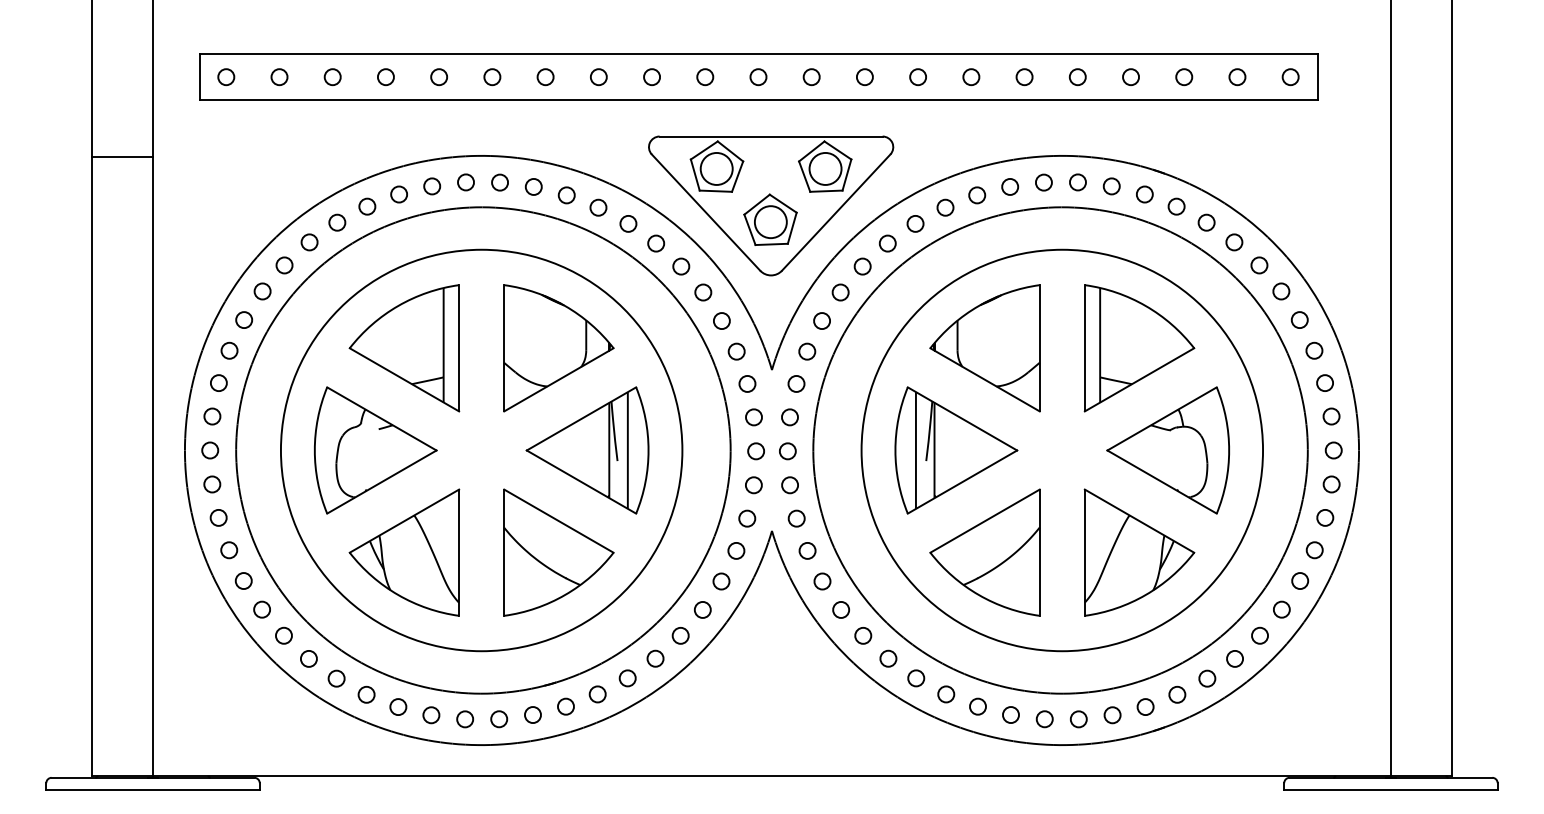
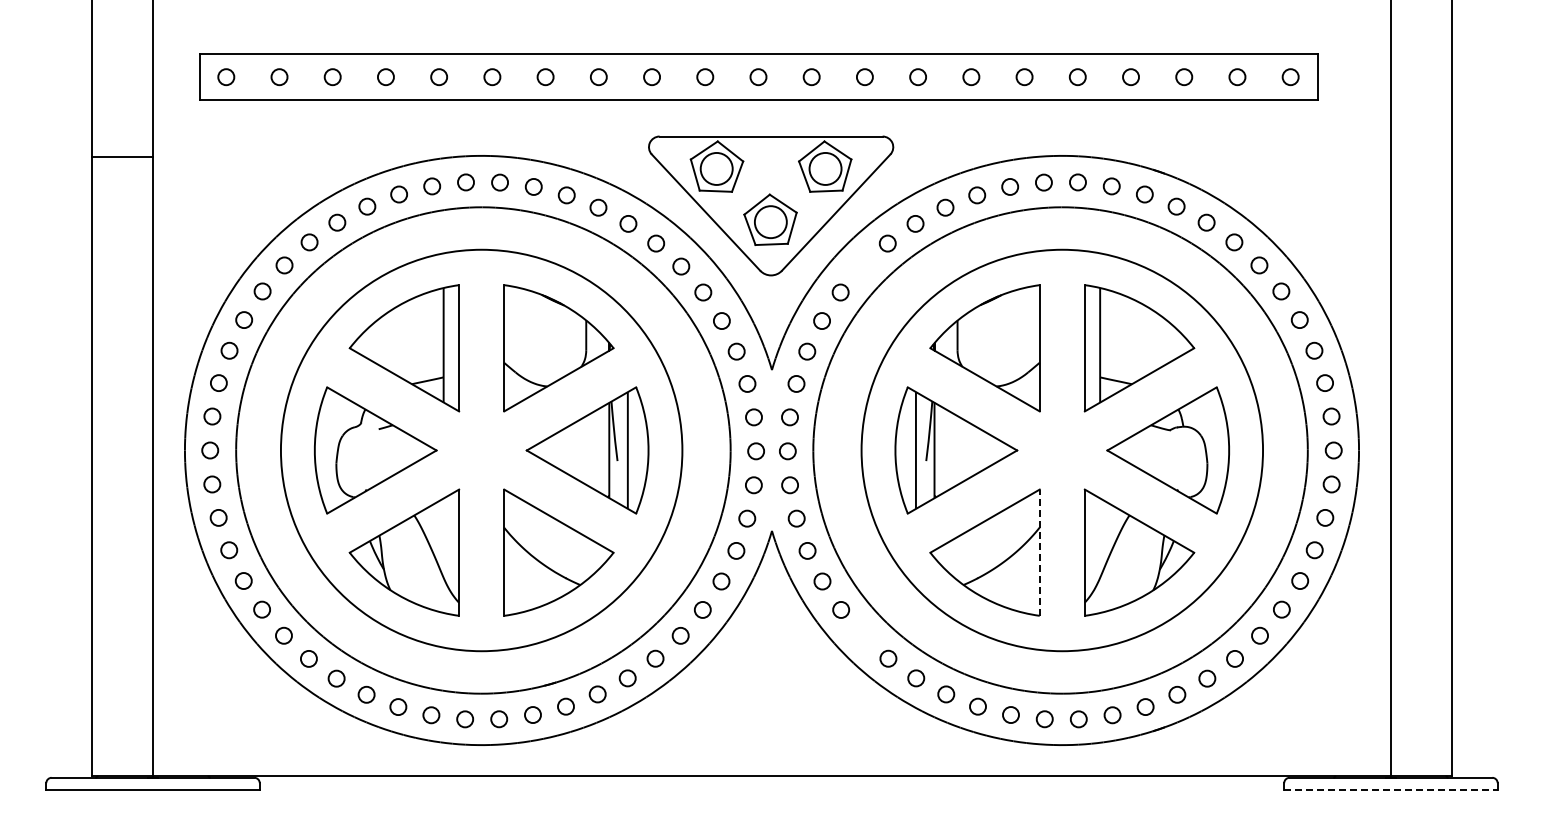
circle at (862, 266): present -> none
line at (1039, 552): solid -> dashed
circle at (863, 635): present -> none
line at (1390, 789): solid -> dashed
